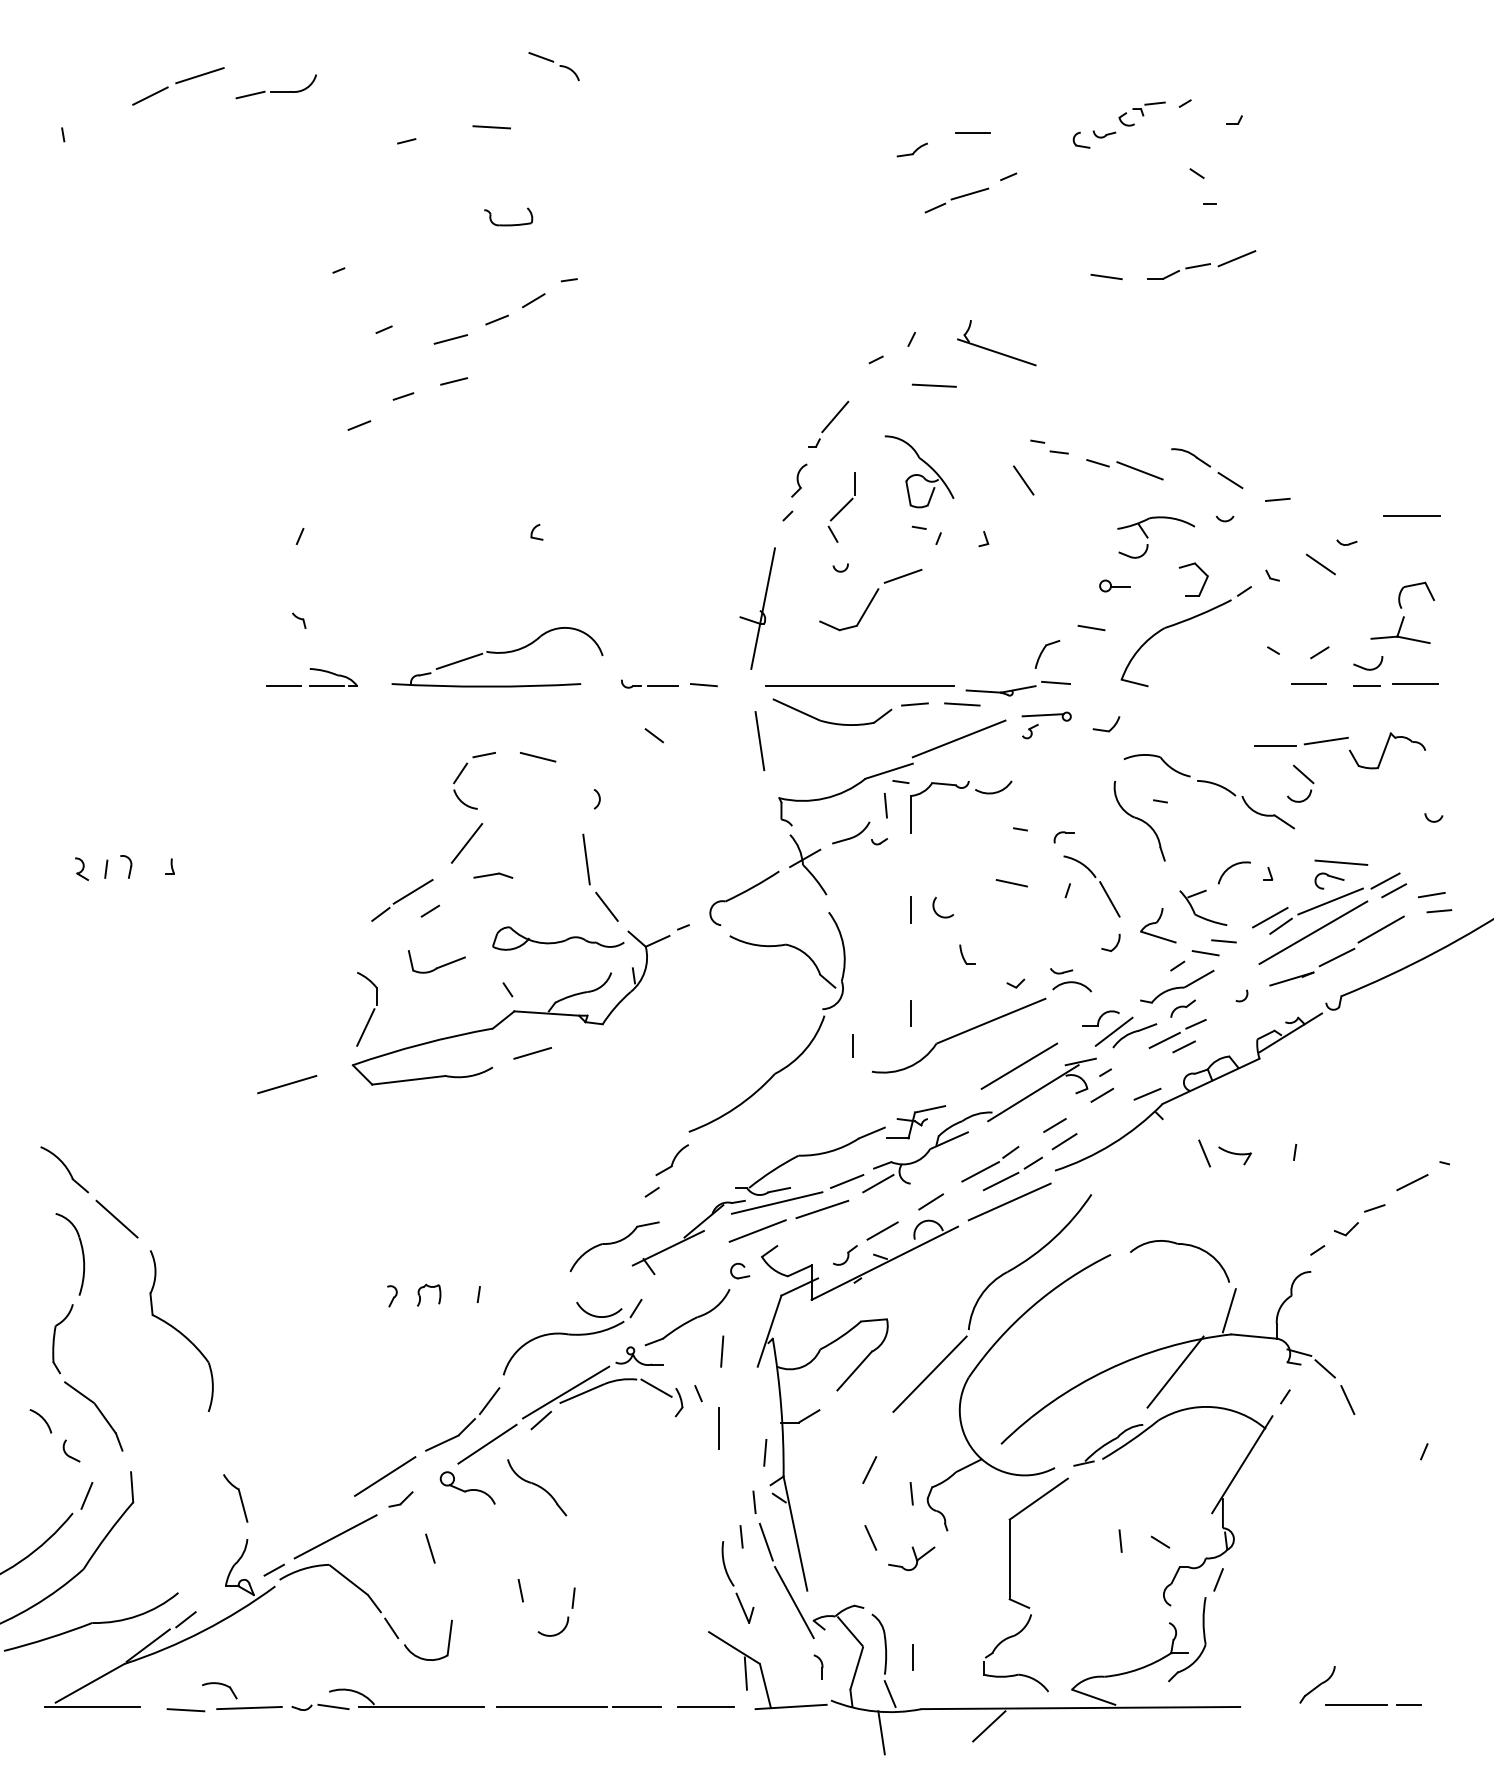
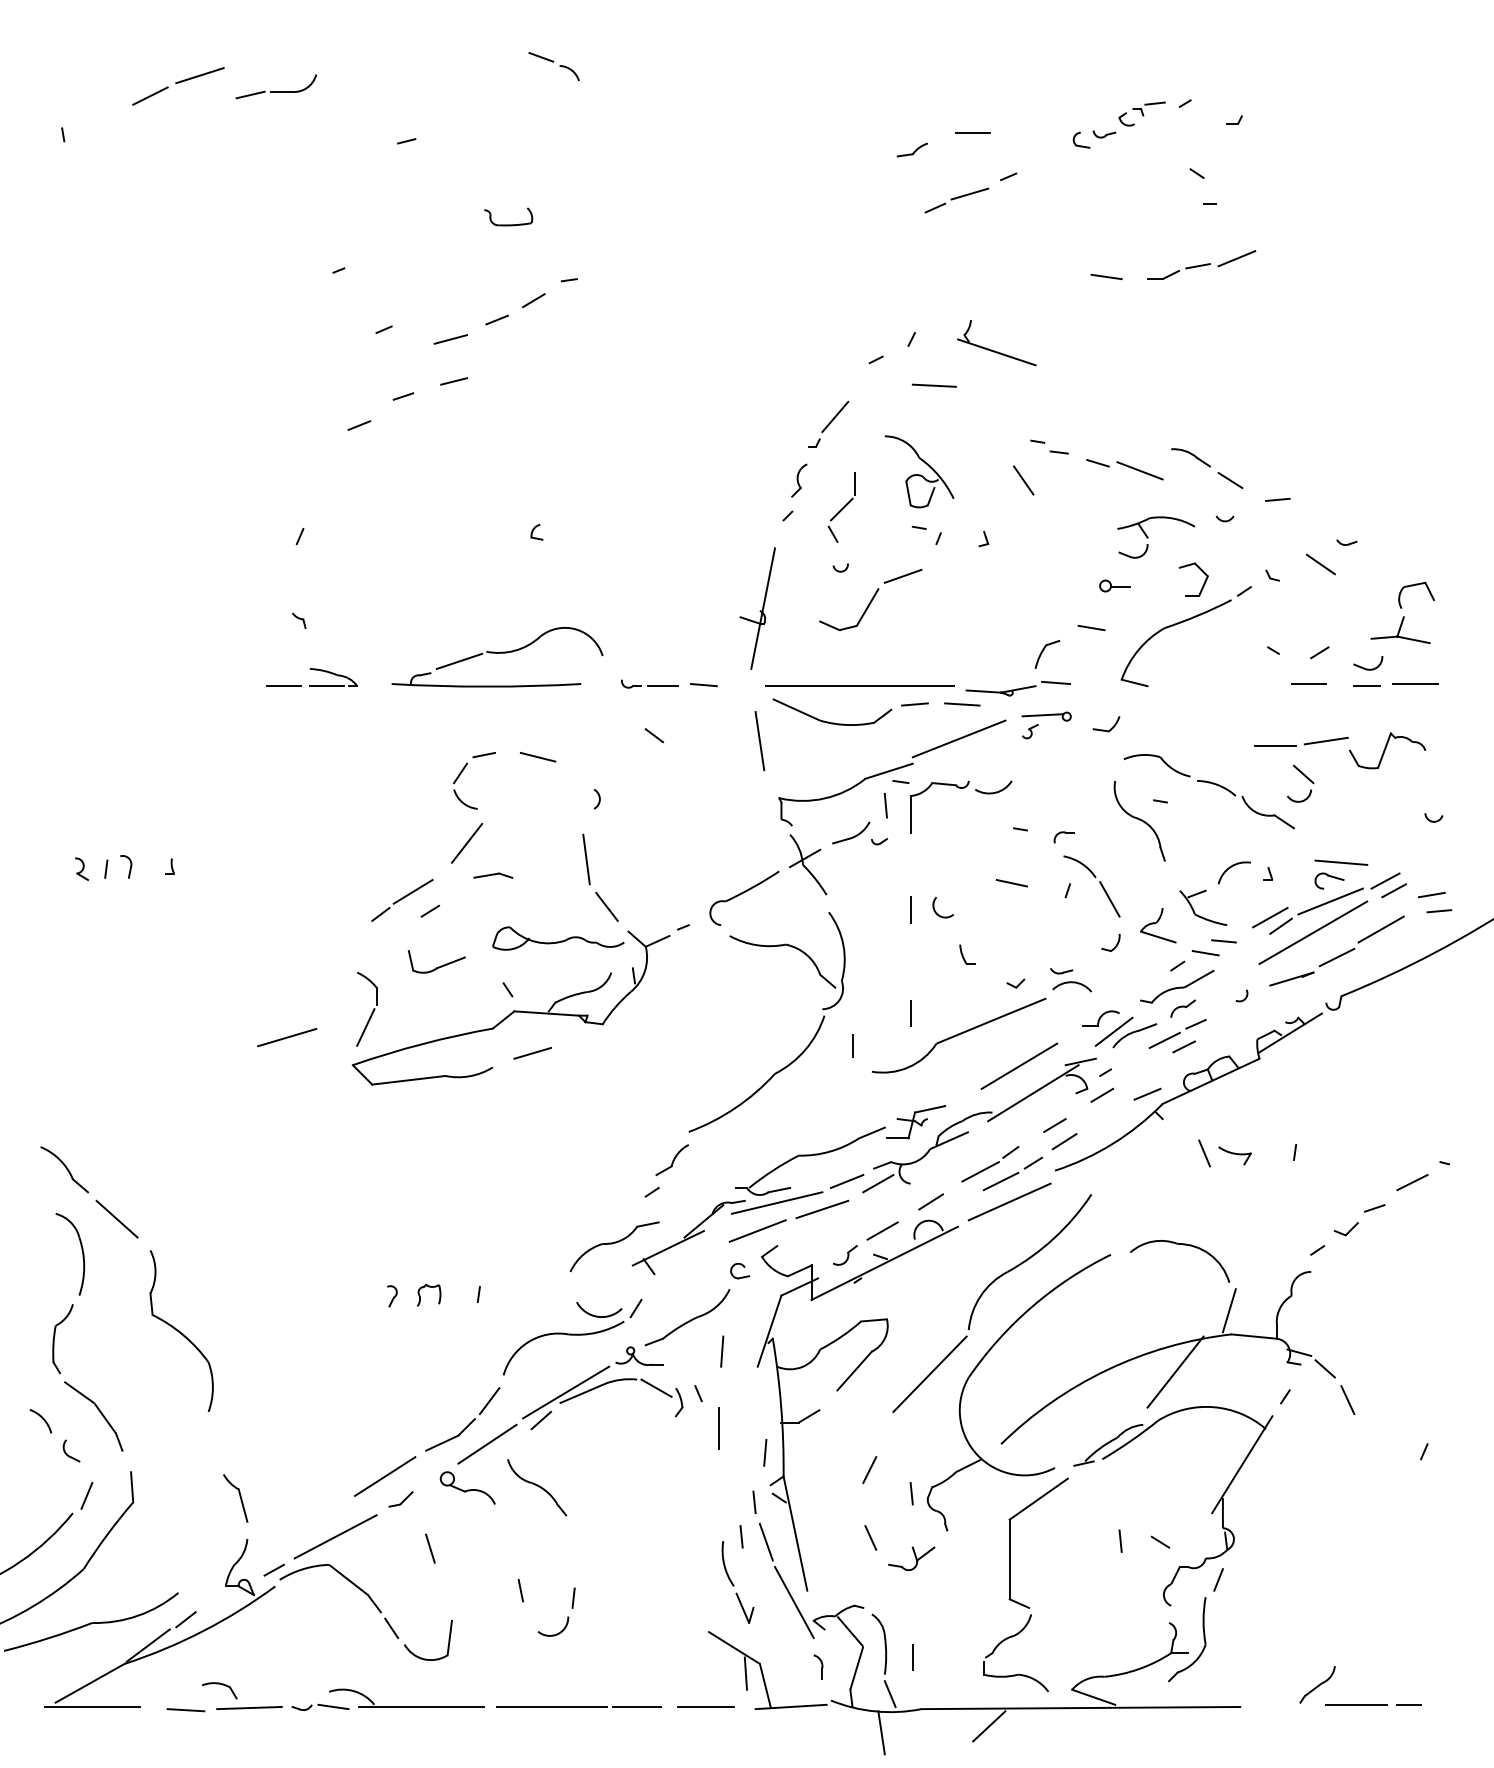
line at (491, 127): present -> none
line at (1412, 516): present -> none
line at (287, 1084) position: (287, 1084) -> (287, 1037)
